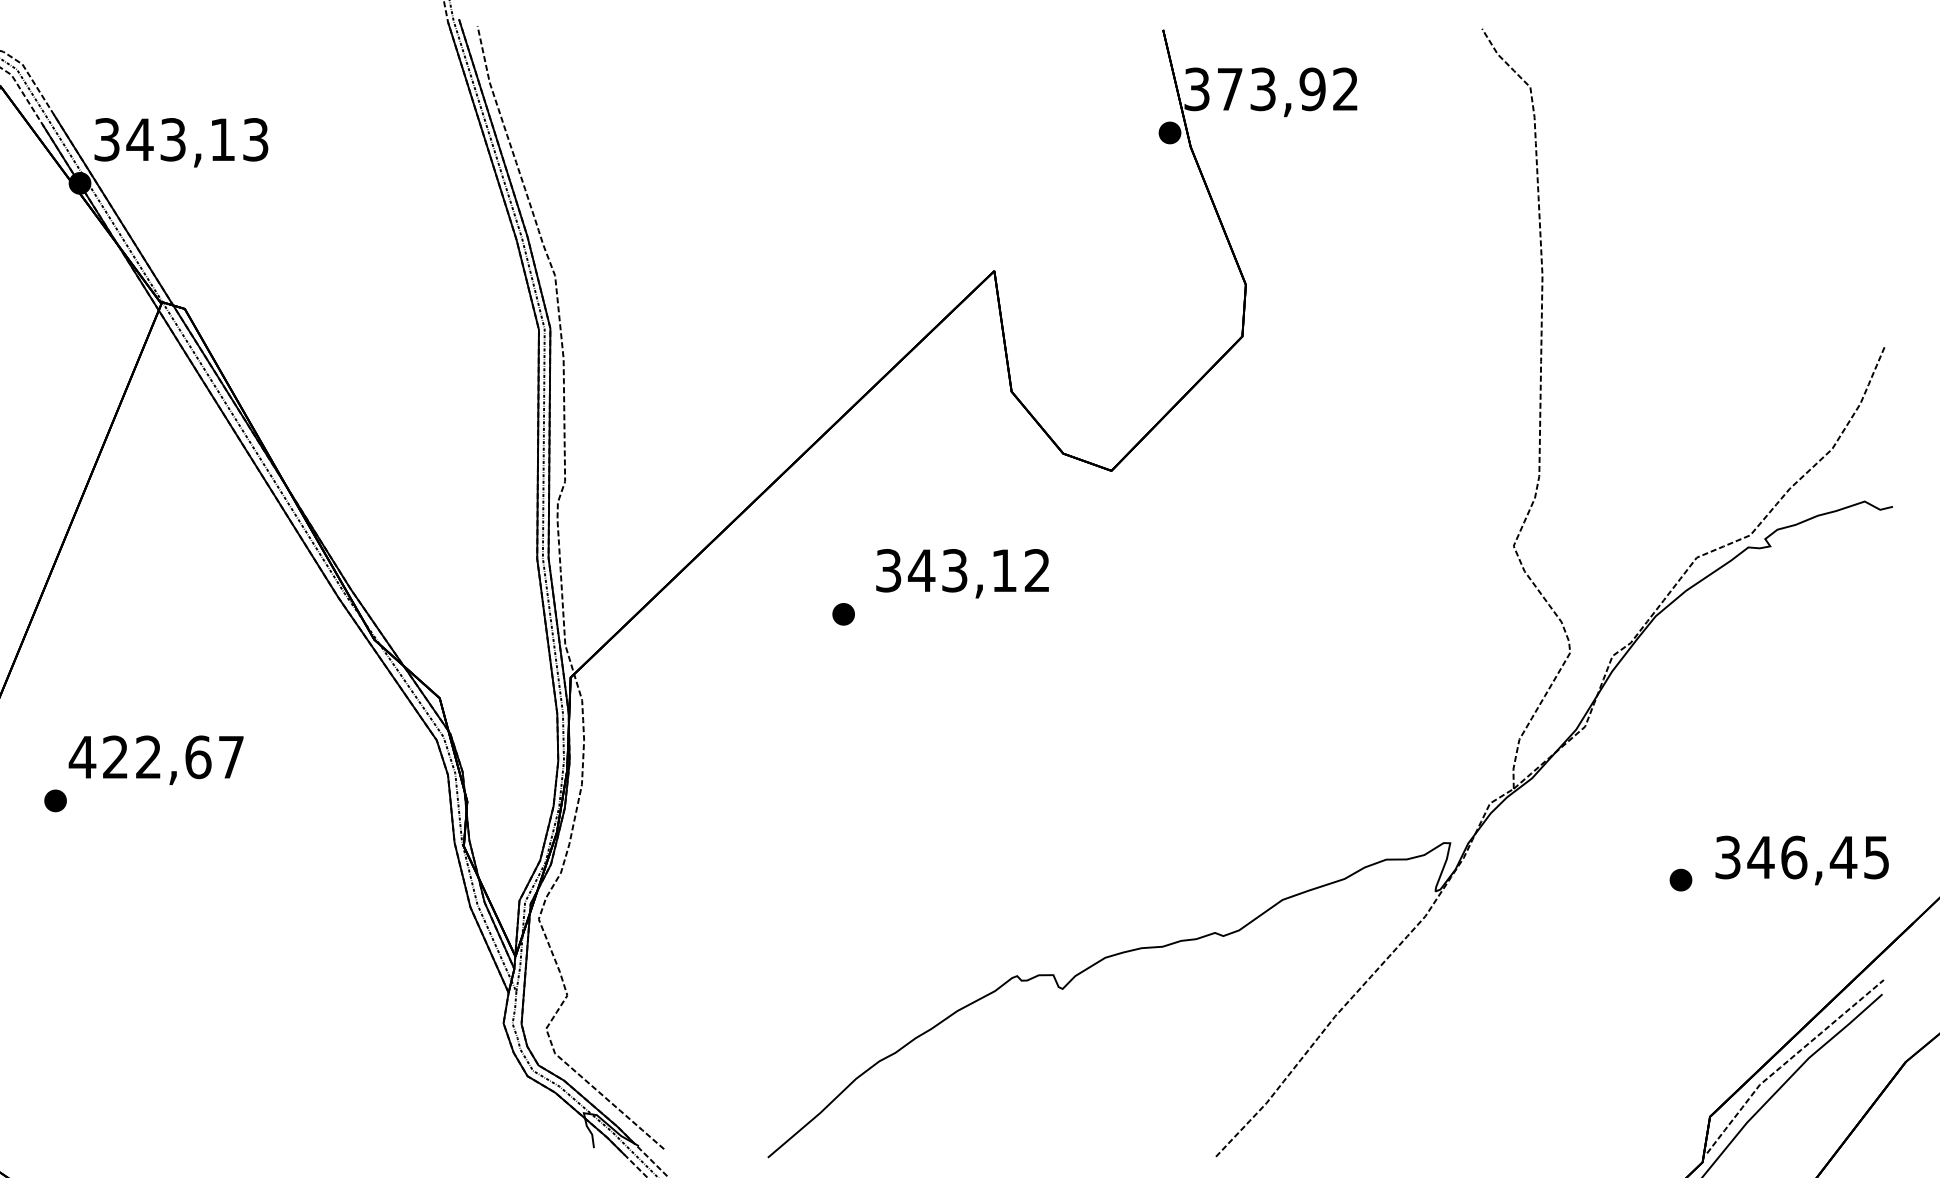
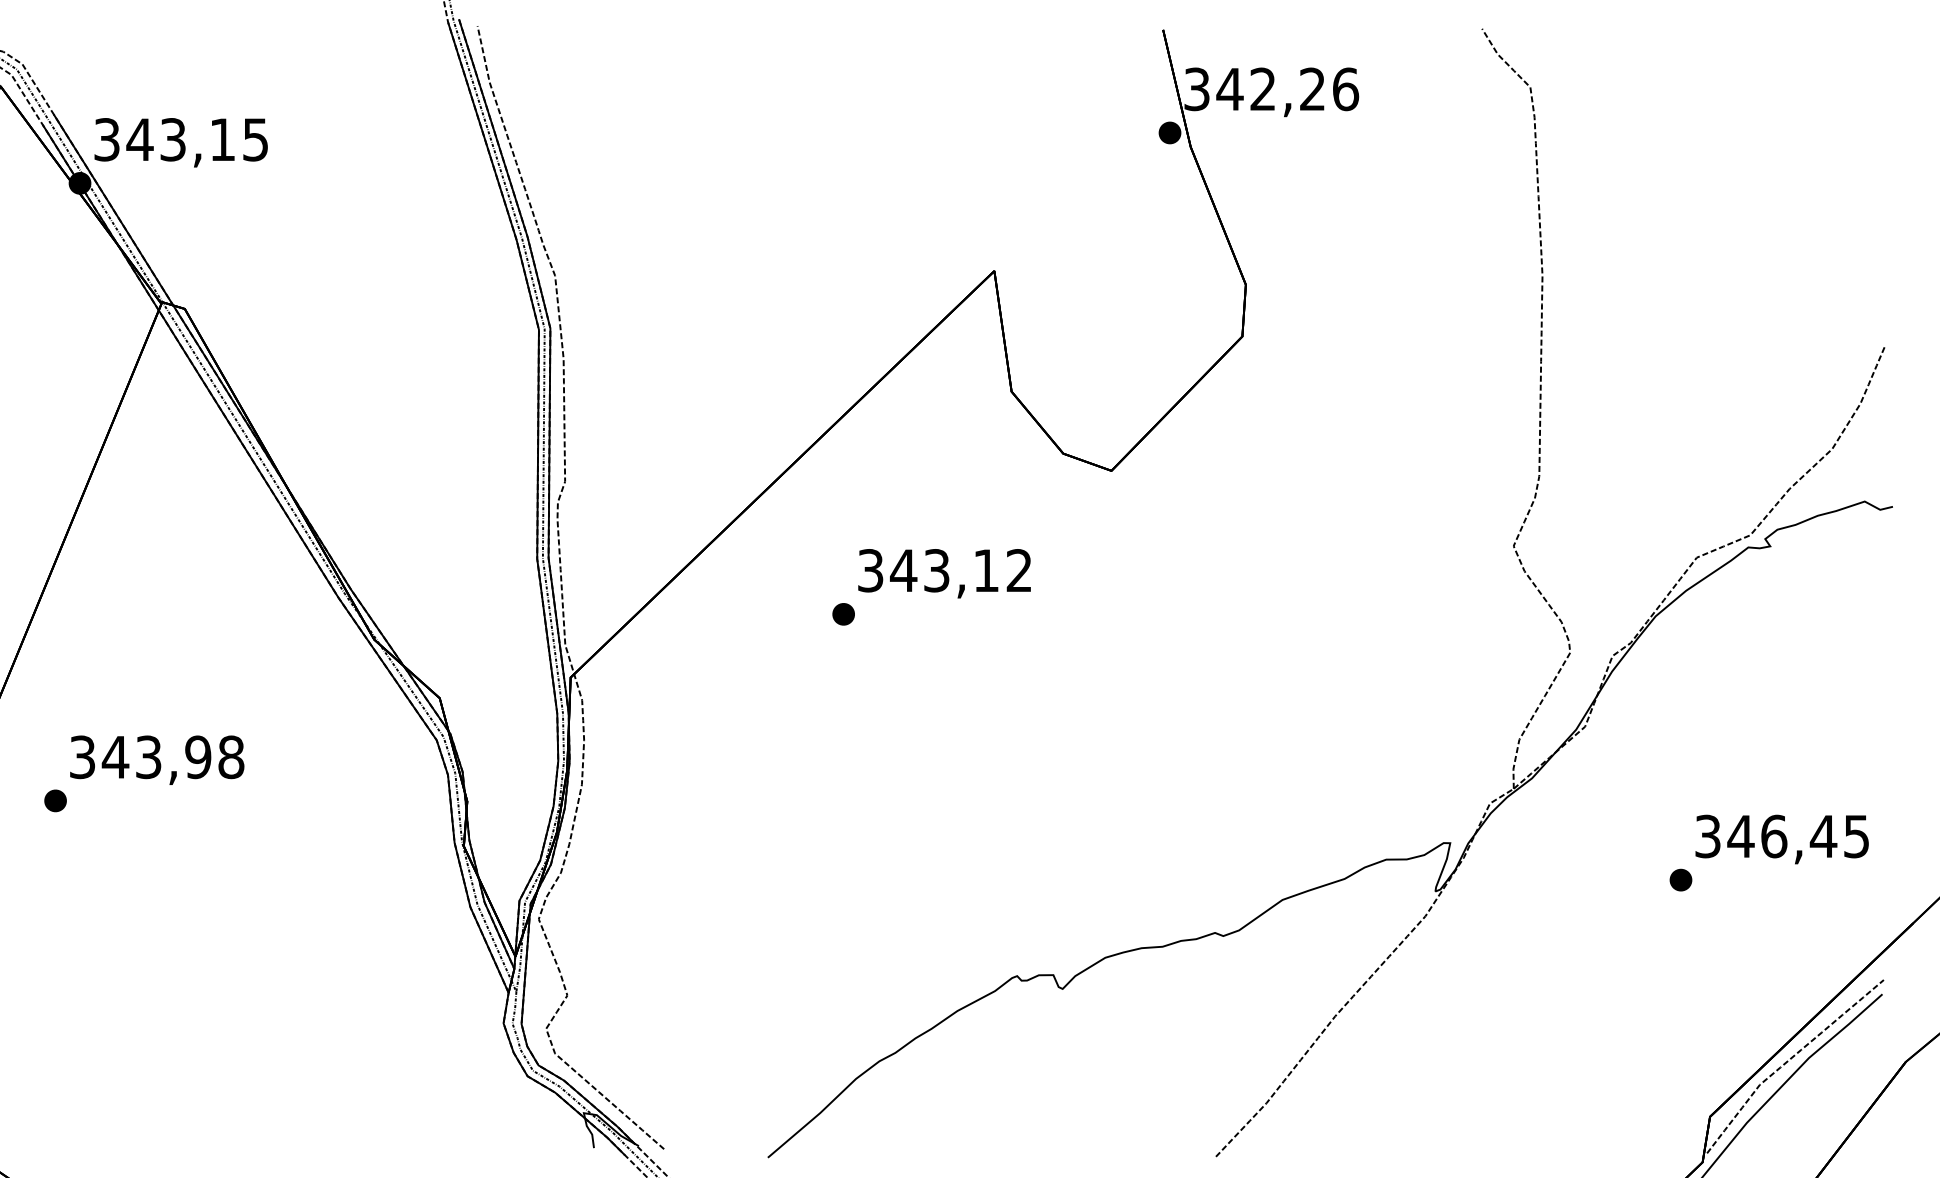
text at (1287, 89): 373,92 -> 342,26
text at (255, 139): 343,13 -> 343,15
text at (962, 573) position: (962, 573) -> (944, 573)
text at (156, 757): 422,67 -> 343,98
text at (1801, 860) position: (1801, 860) -> (1781, 839)
